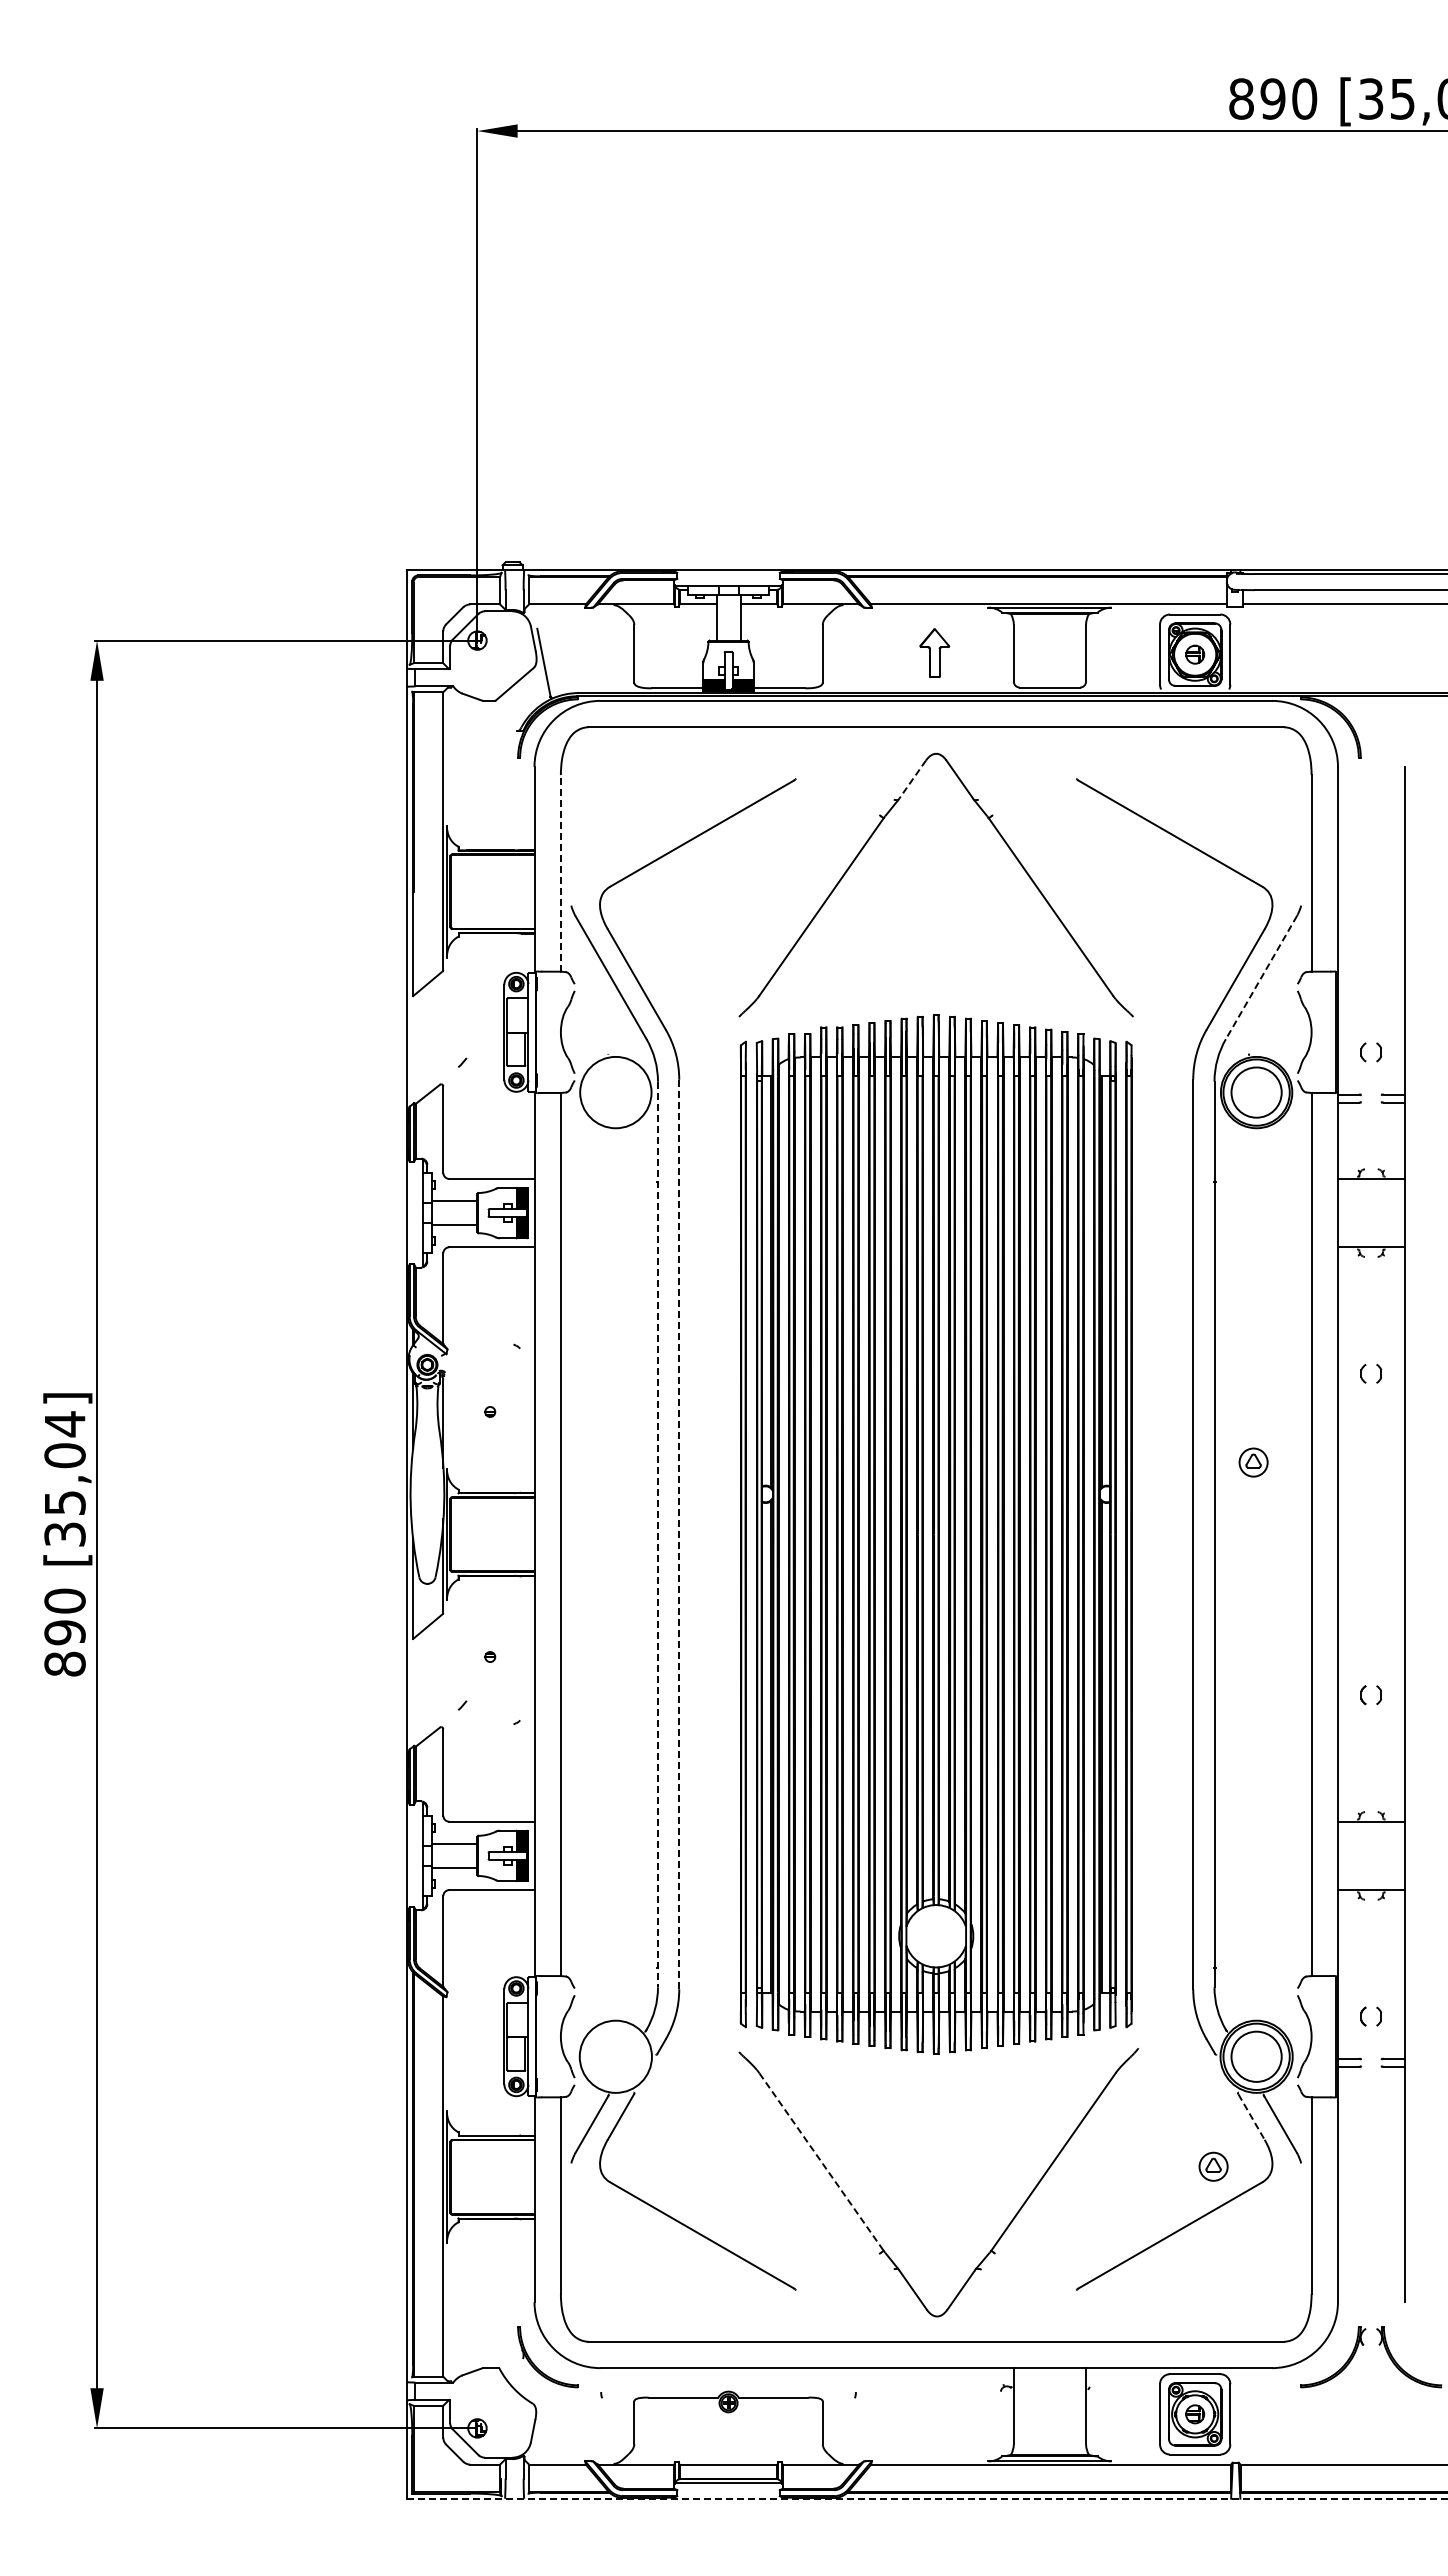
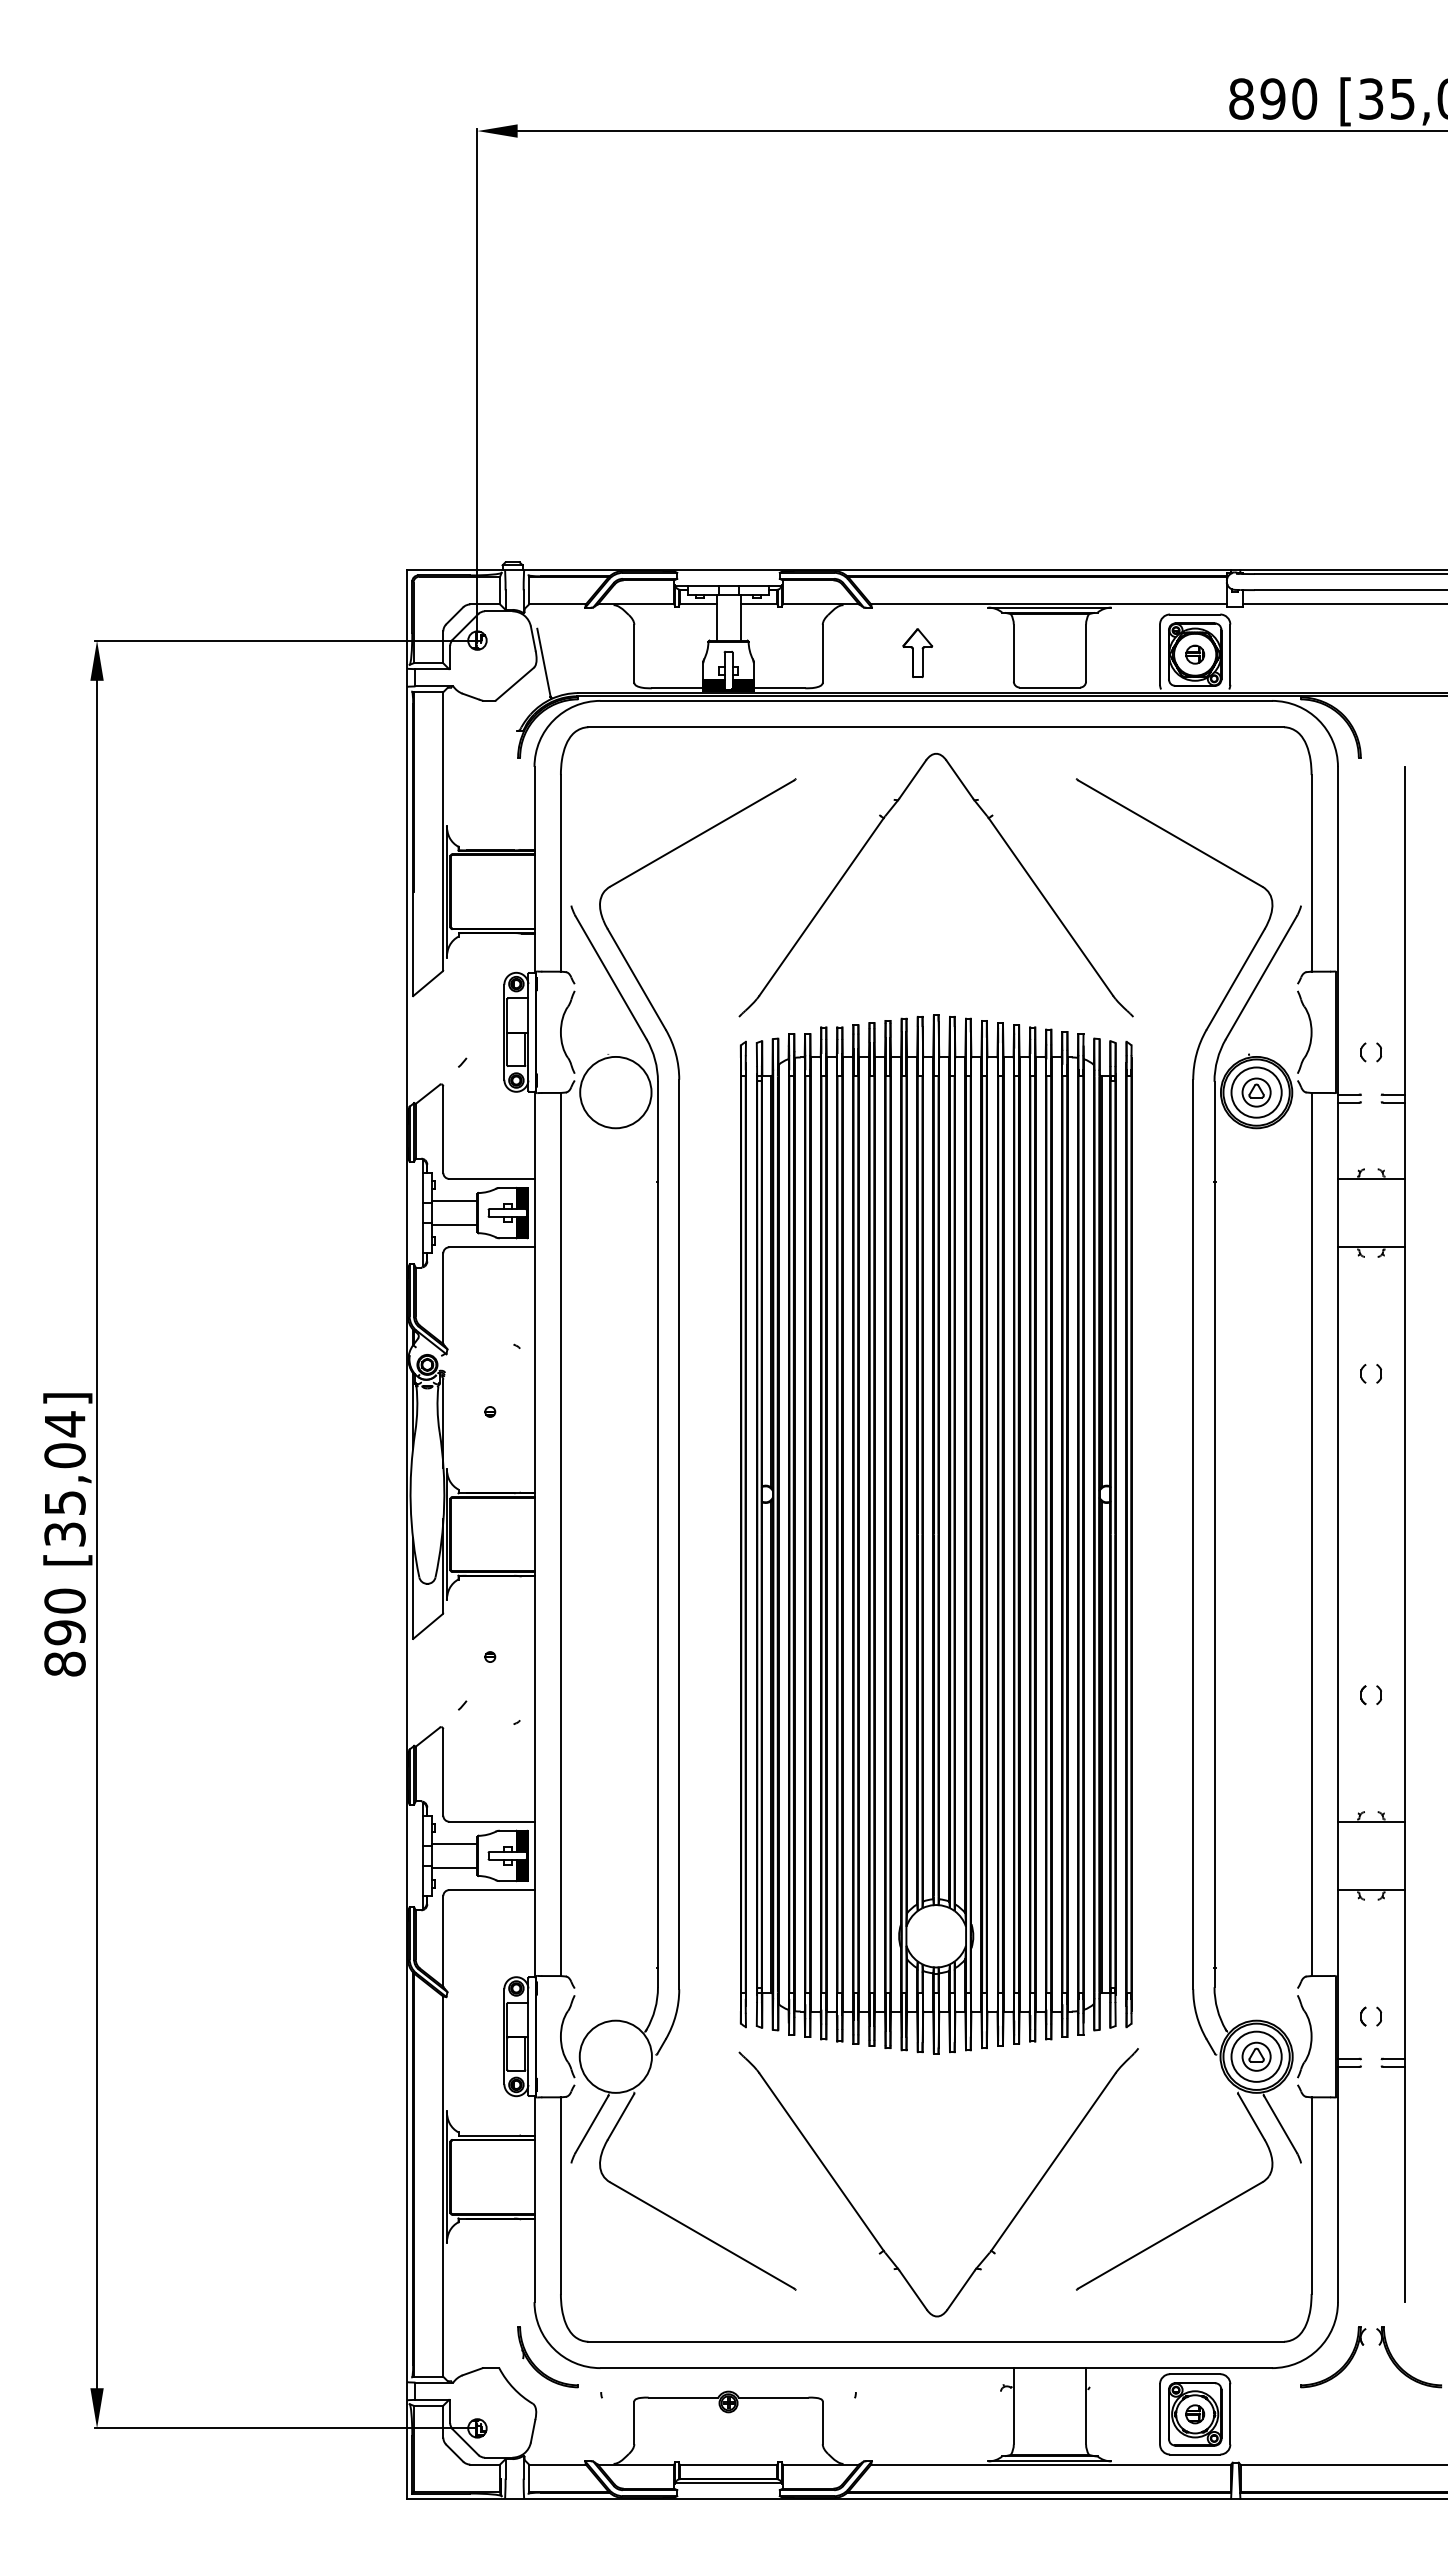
part at (934, 653) position: (934, 653) -> (917, 653)
line at (912, 779): dashed -> solid
line at (560, 872): dashed -> solid
line at (1261, 978): dashed -> solid
part at (1253, 1462) position: (1253, 1462) -> (1256, 1092)
line at (657, 1534): dashed -> solid
line at (679, 1534): dashed -> solid
line at (1251, 2117): dashed -> solid
line at (821, 2162): dashed -> solid
part at (1213, 2166) position: (1213, 2166) -> (1256, 2056)
line at (927, 2498): dashed -> solid
